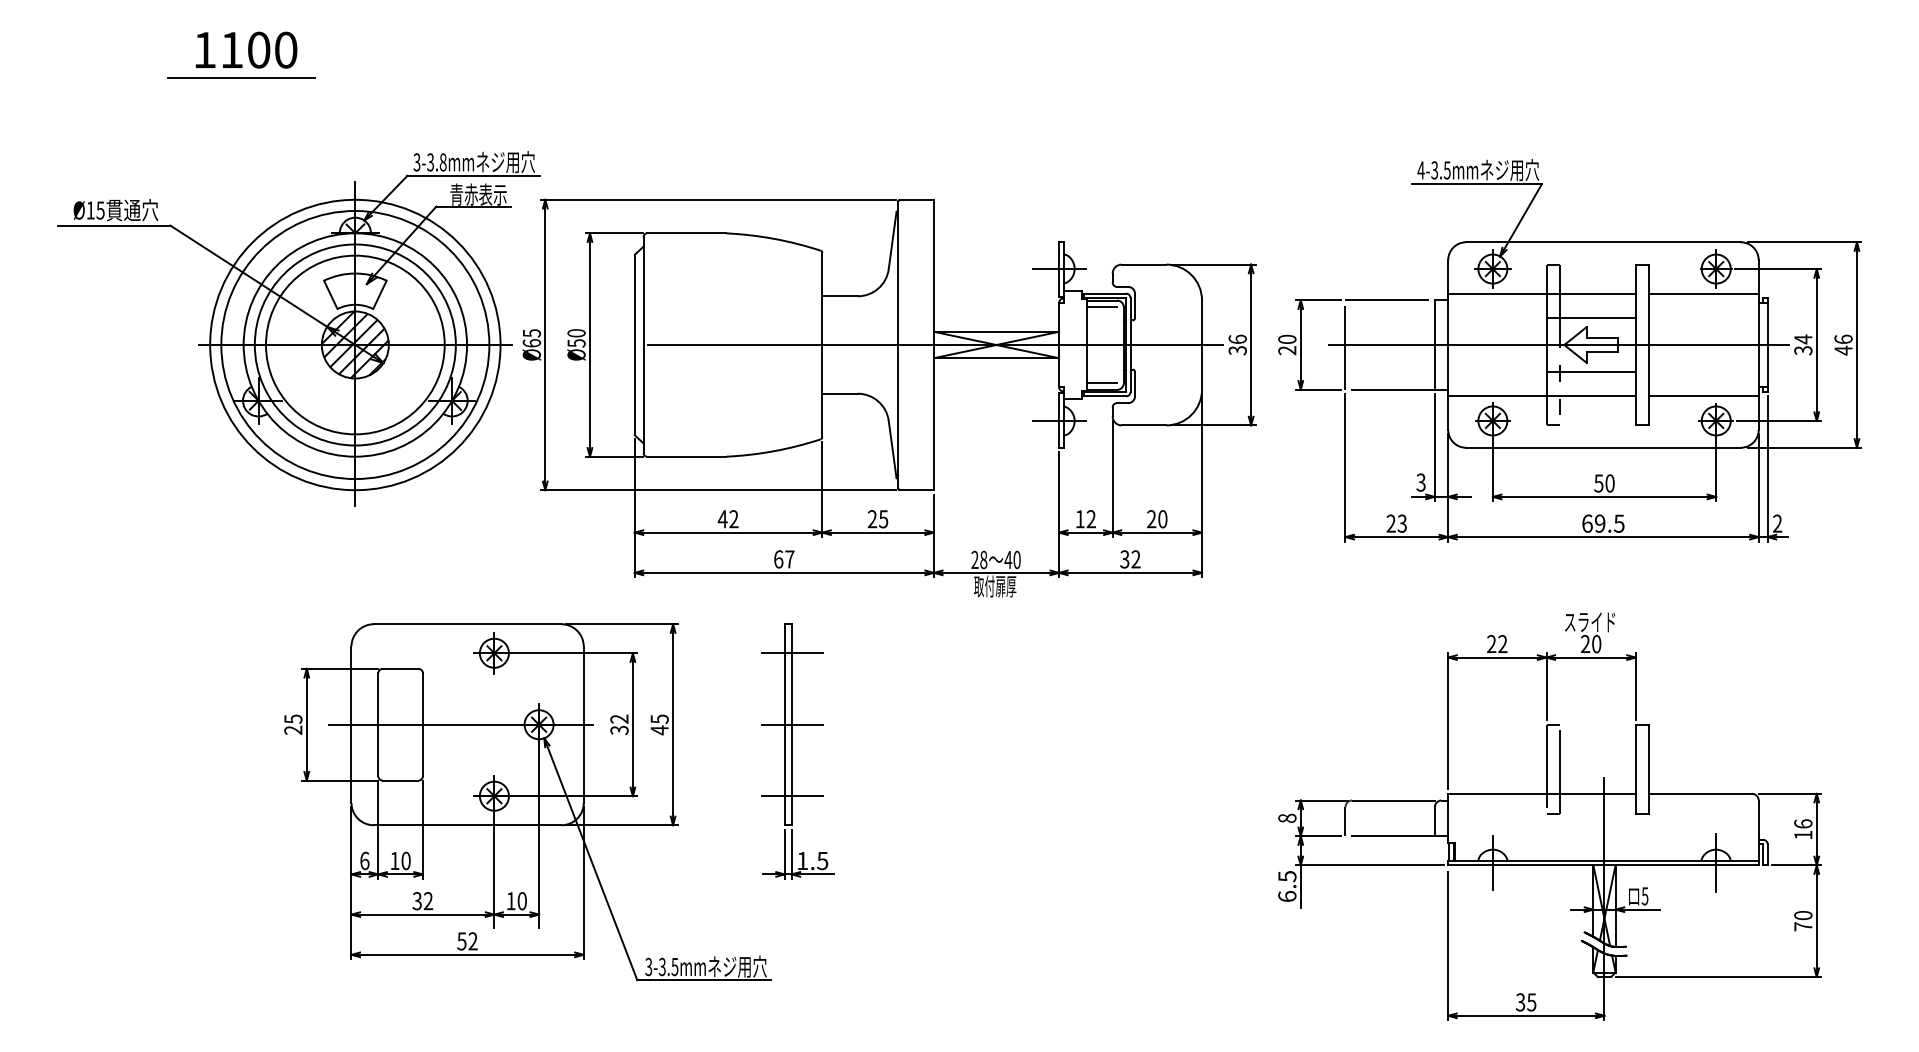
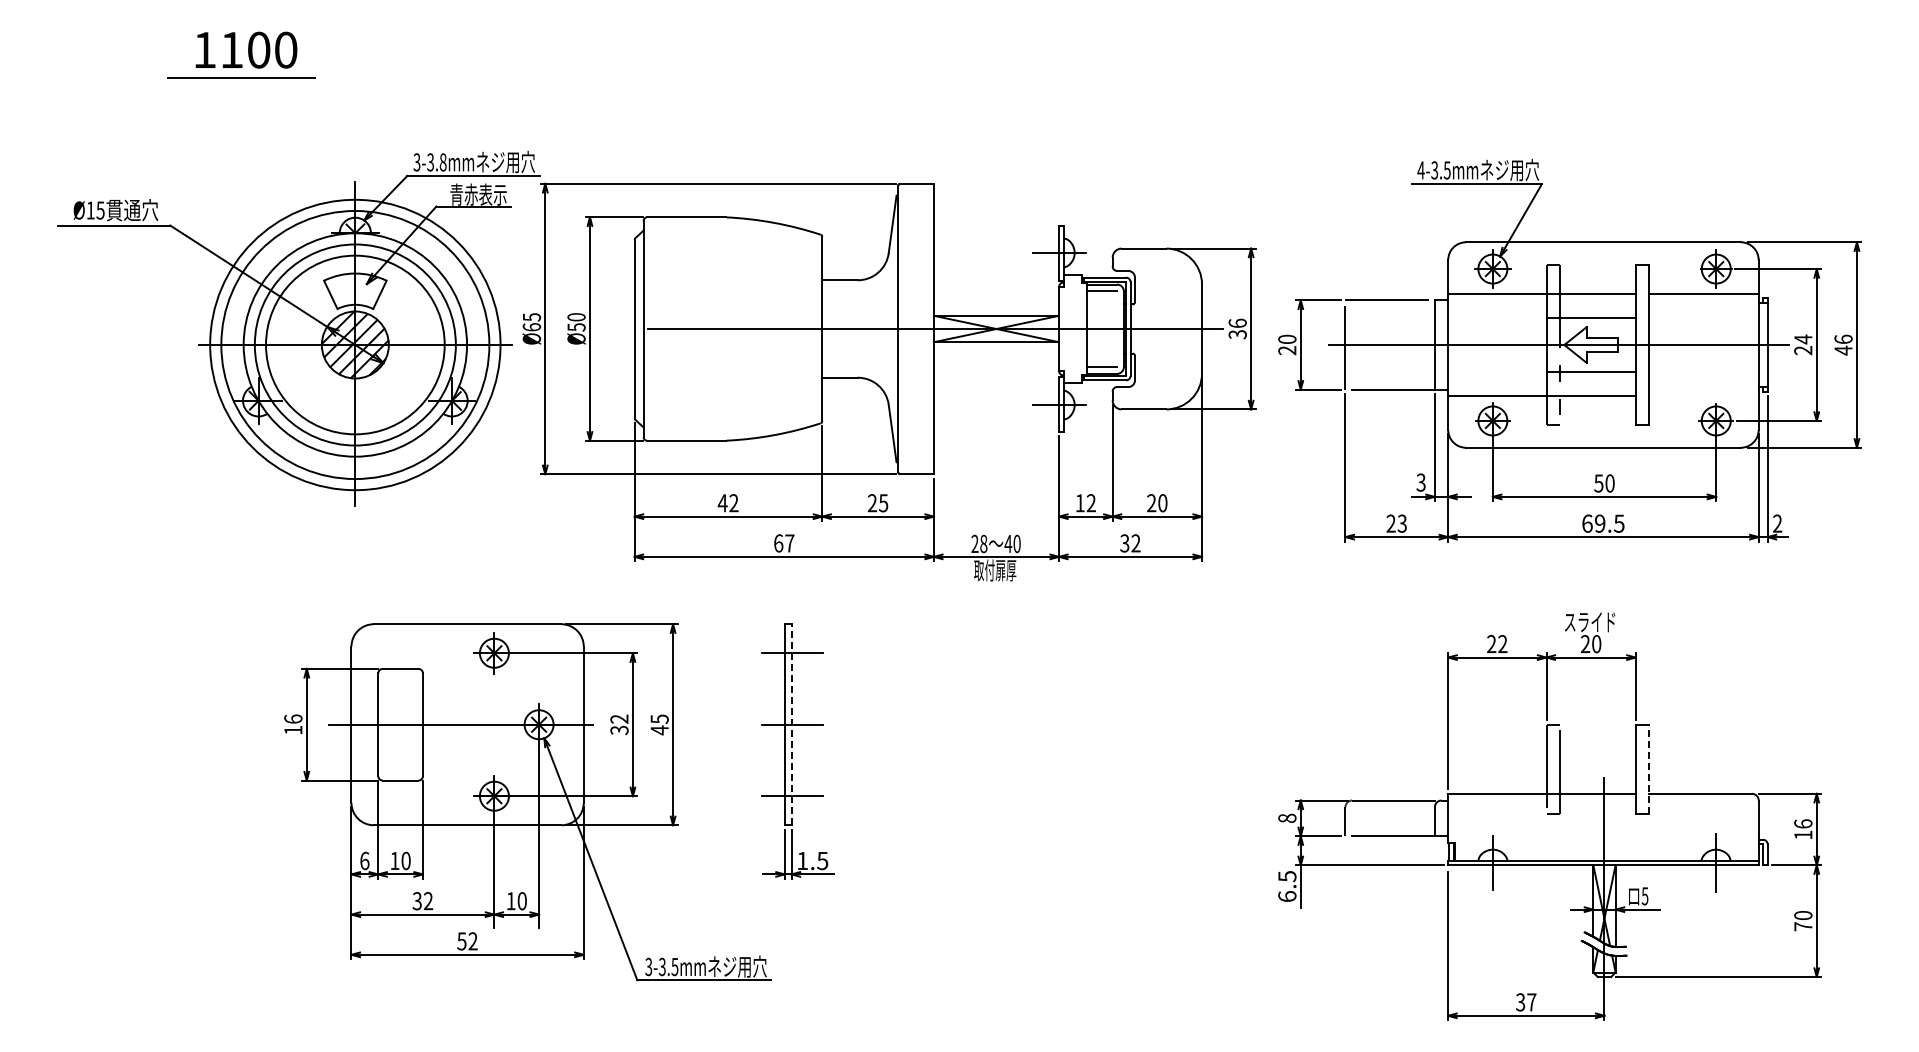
text at (1803, 350): 34 -> 24
line at (1703, 396): present -> none
part at (889, 397) position: (889, 397) -> (889, 381)
text at (293, 724): 25 -> 16
line at (791, 724): solid -> dashed
line at (1649, 769): solid -> dashed
text at (1531, 1002): 35 -> 37
